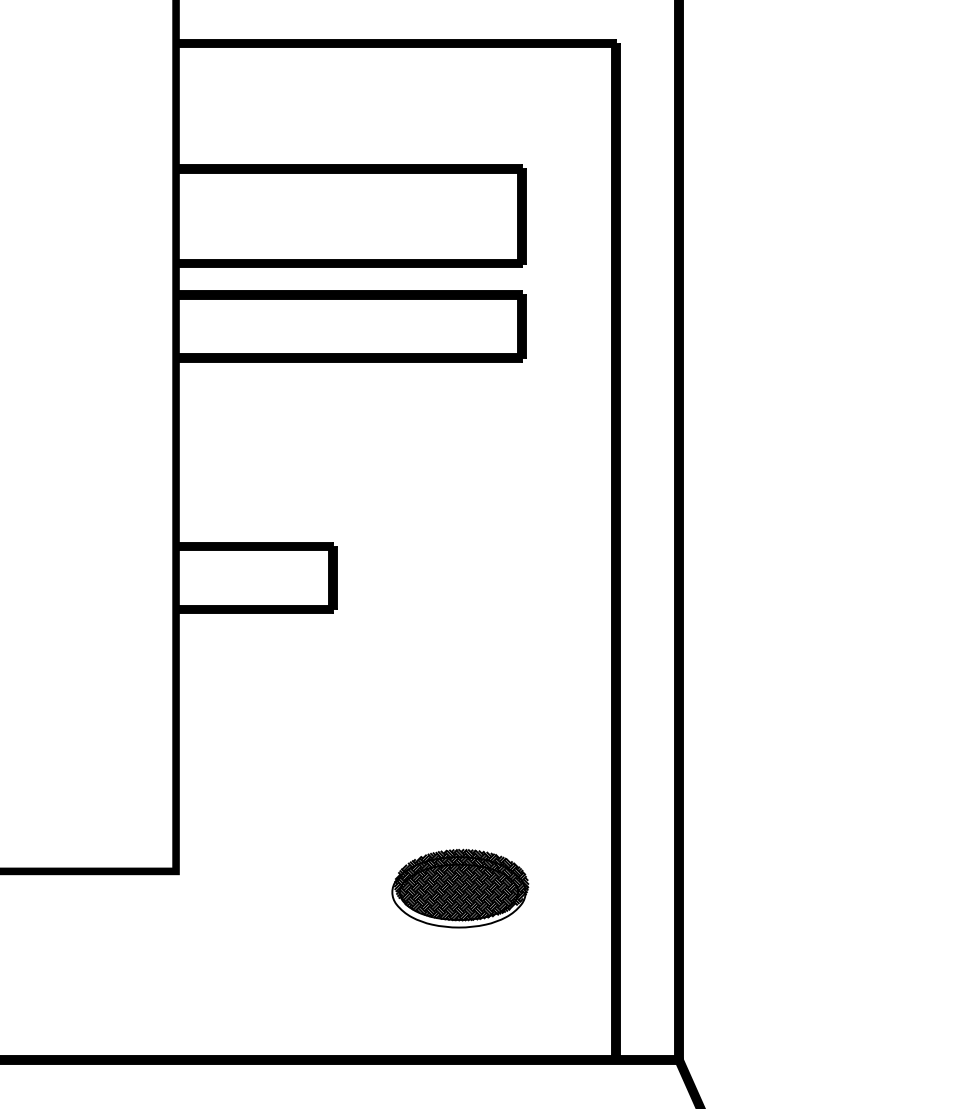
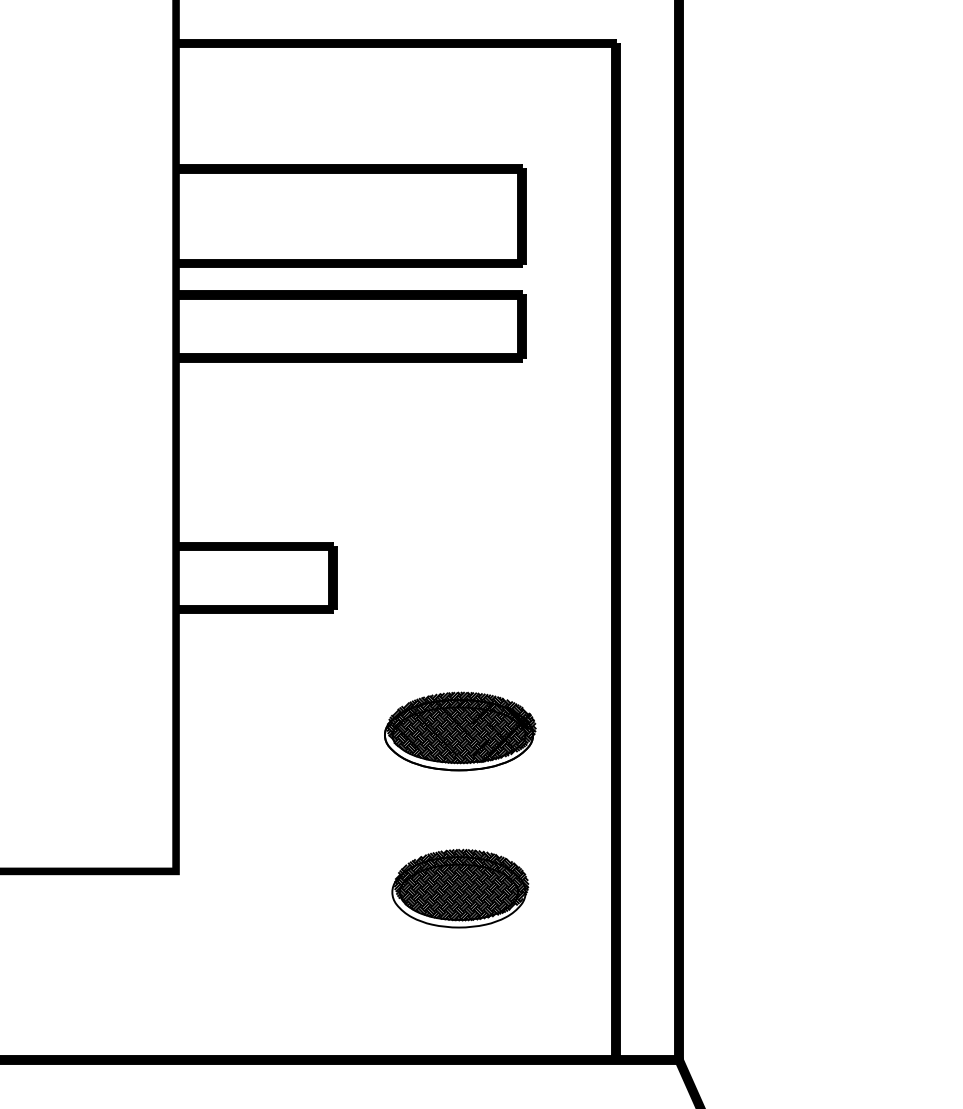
part at (460, 731): none -> present
